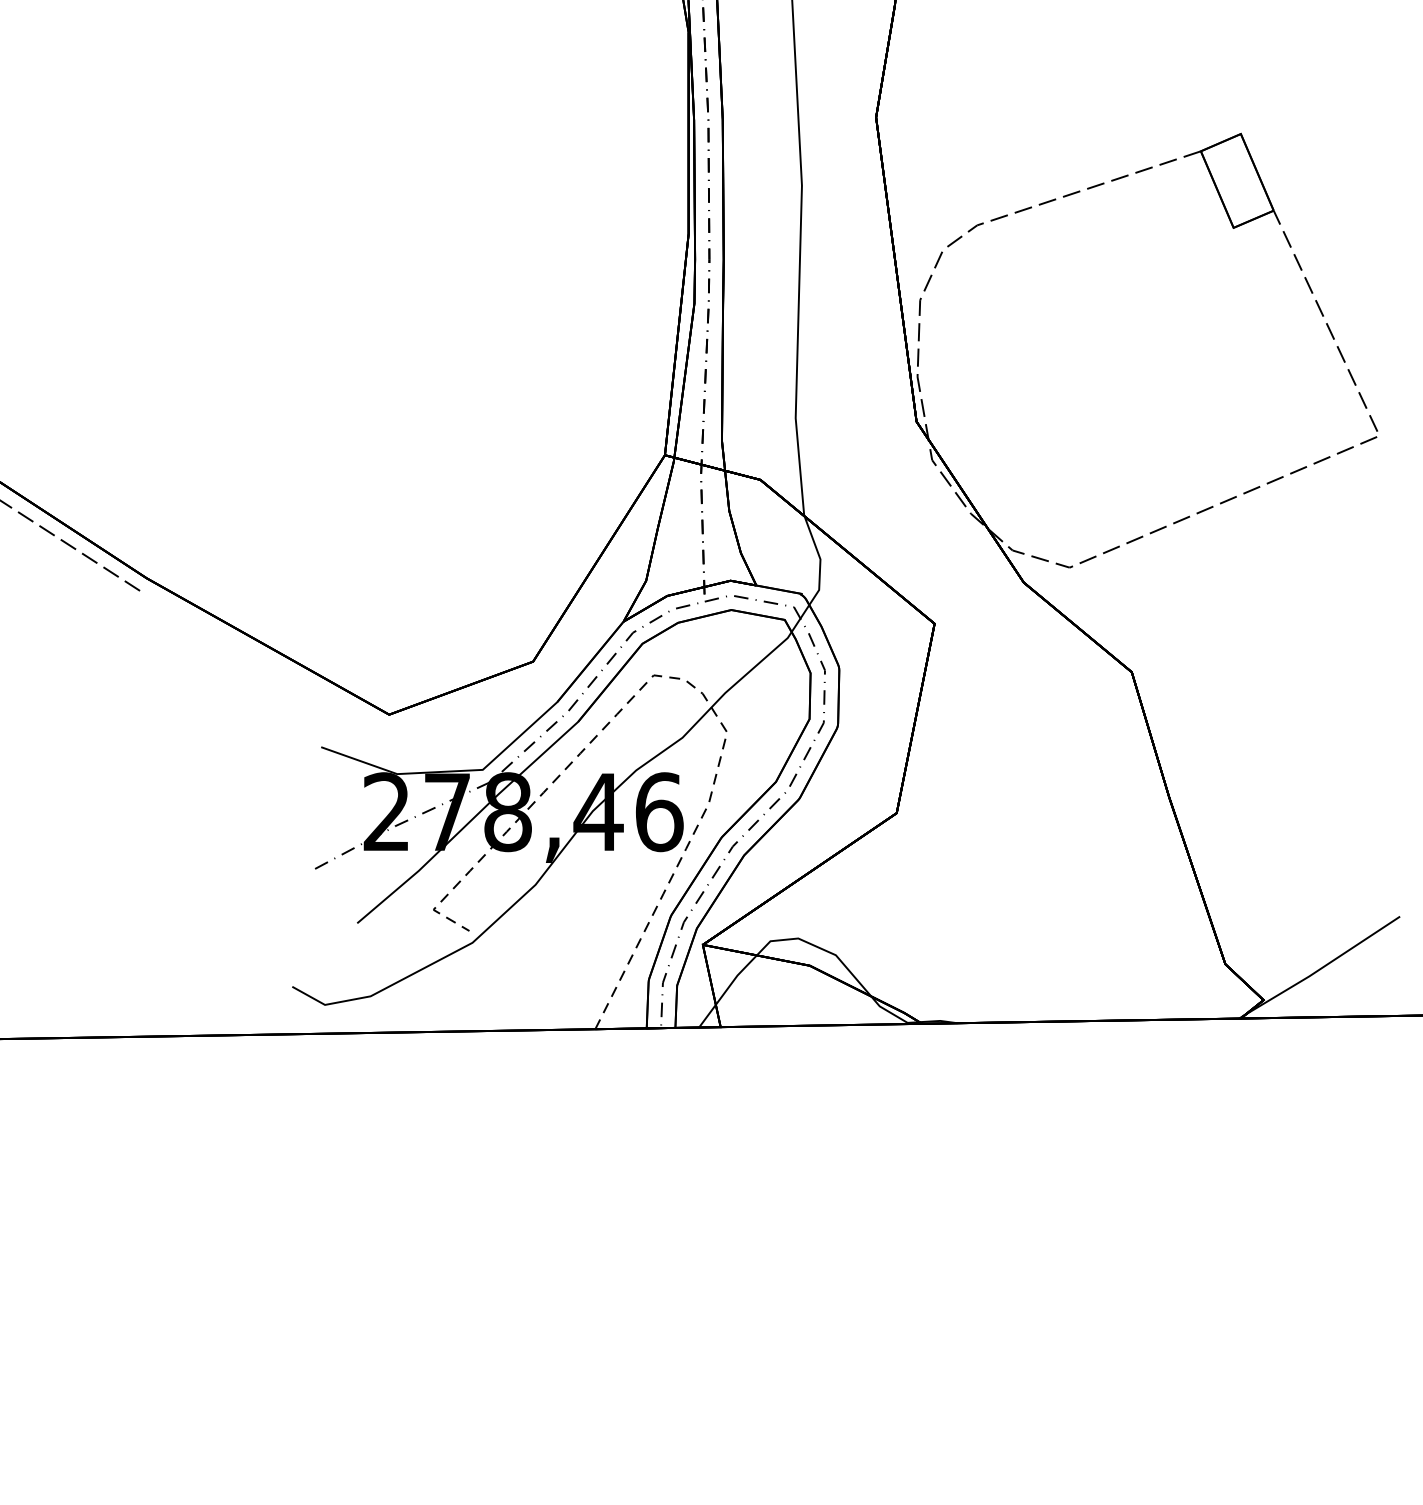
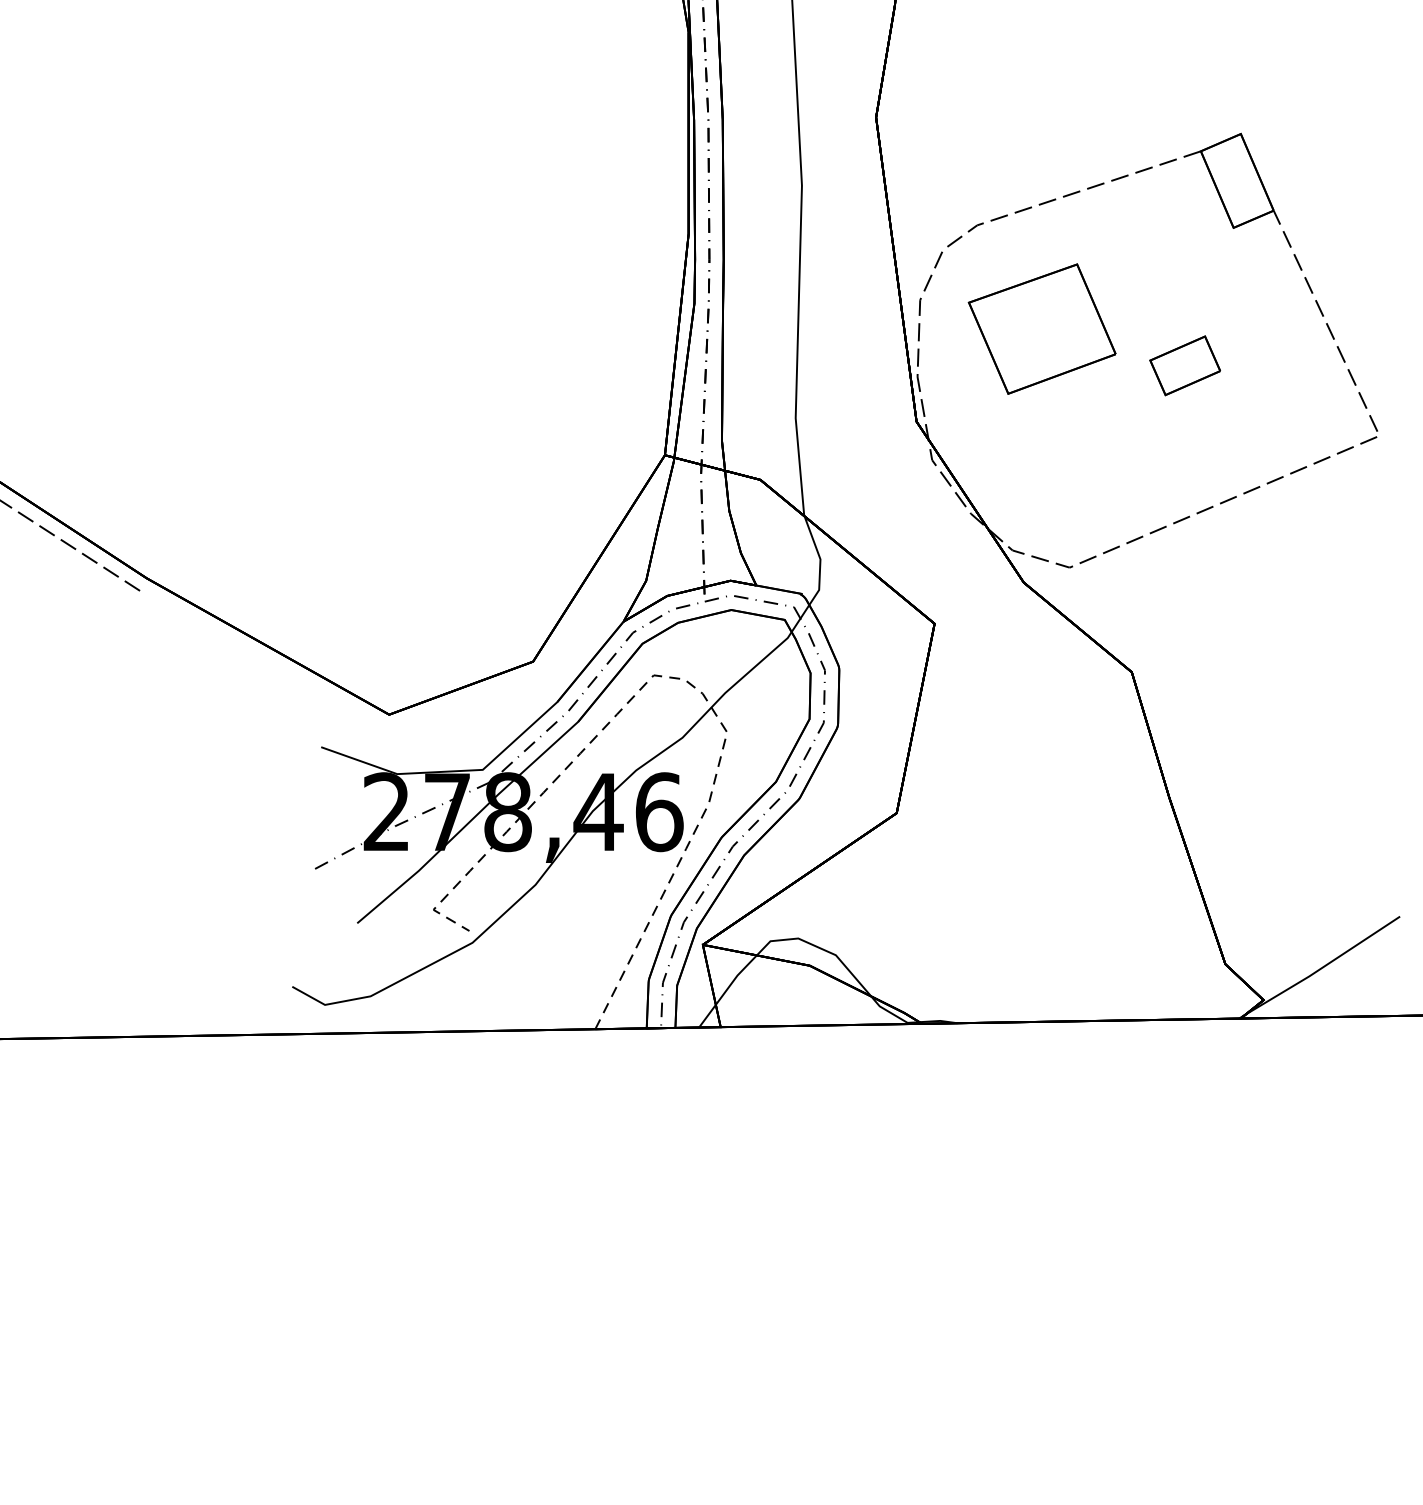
part at (1041, 328): none -> present
part at (1184, 365): none -> present
